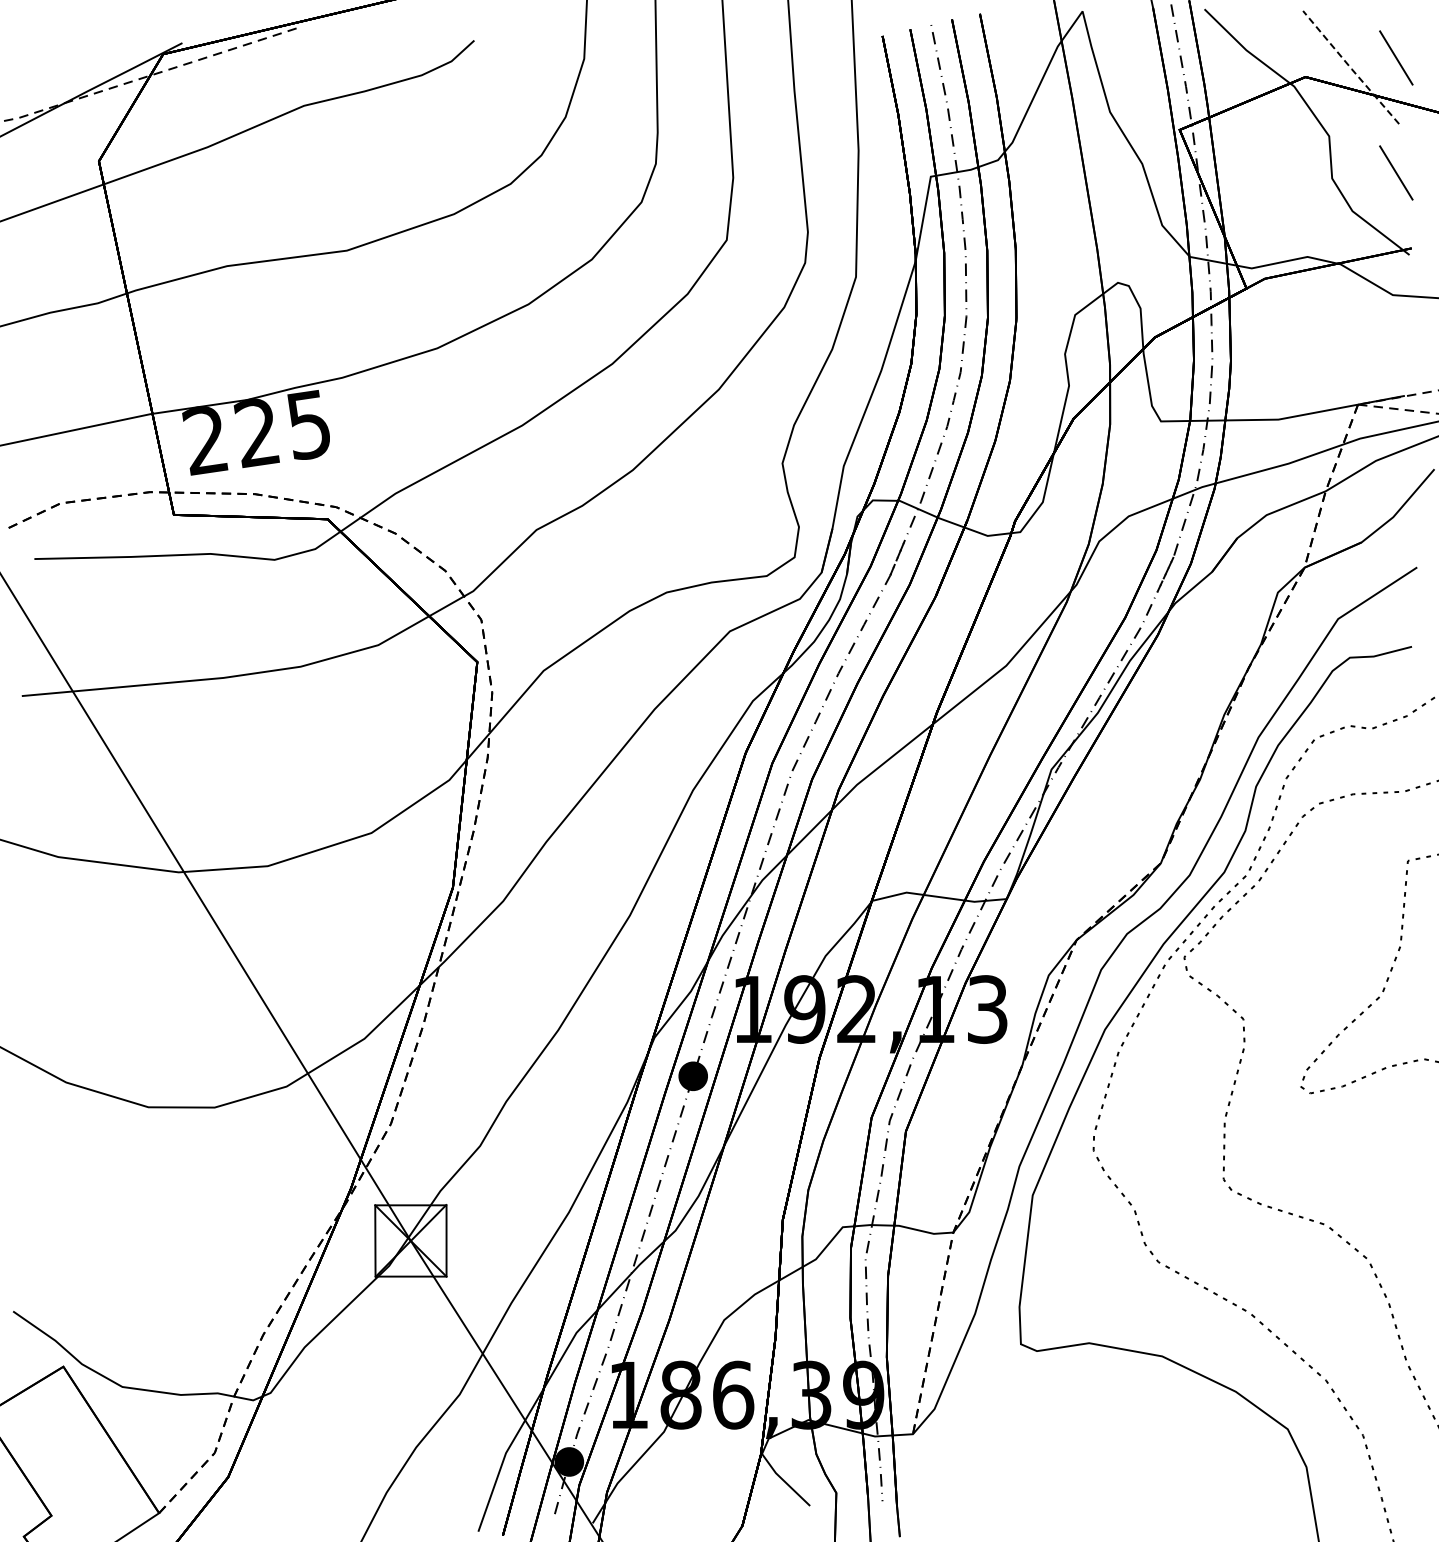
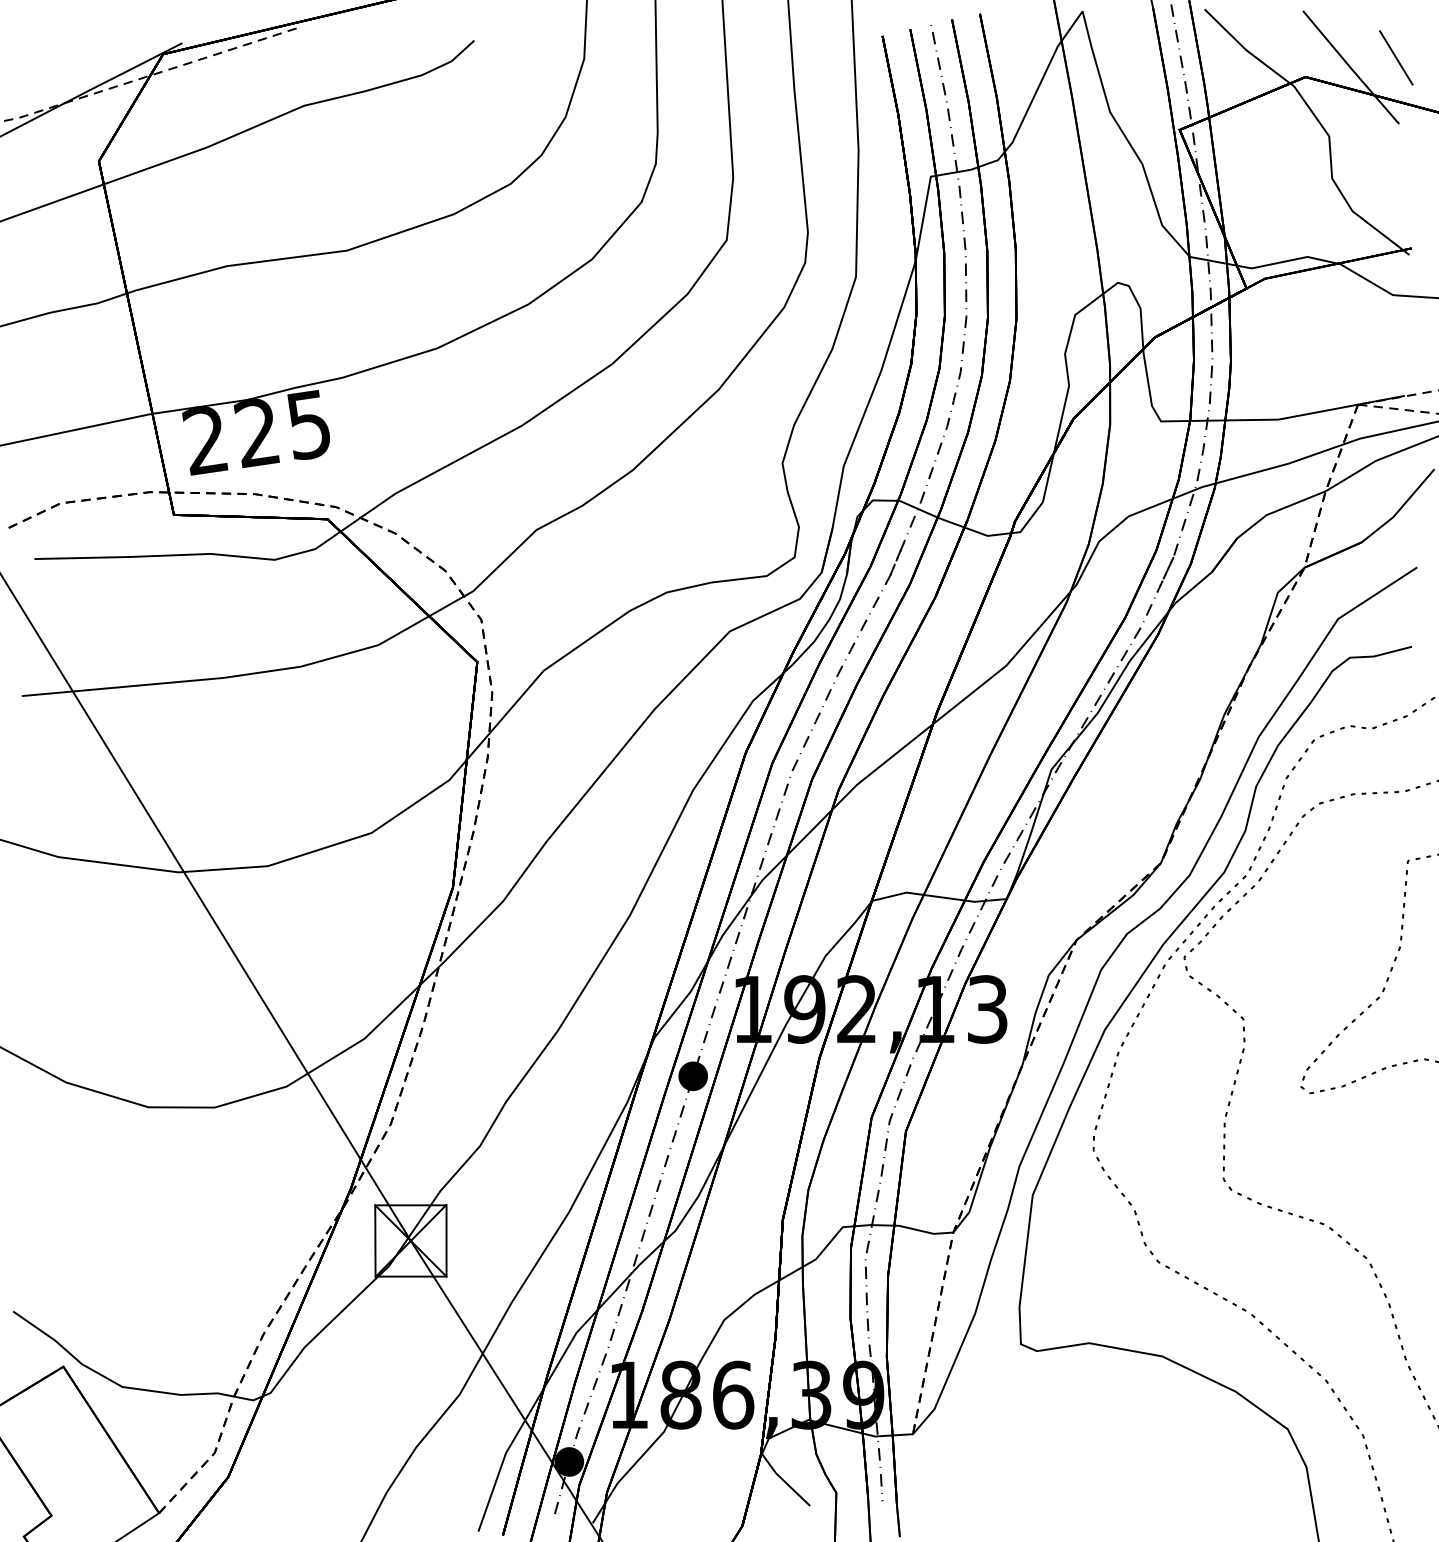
line at (1351, 68): dashed -> solid
line at (1396, 172): present -> none
